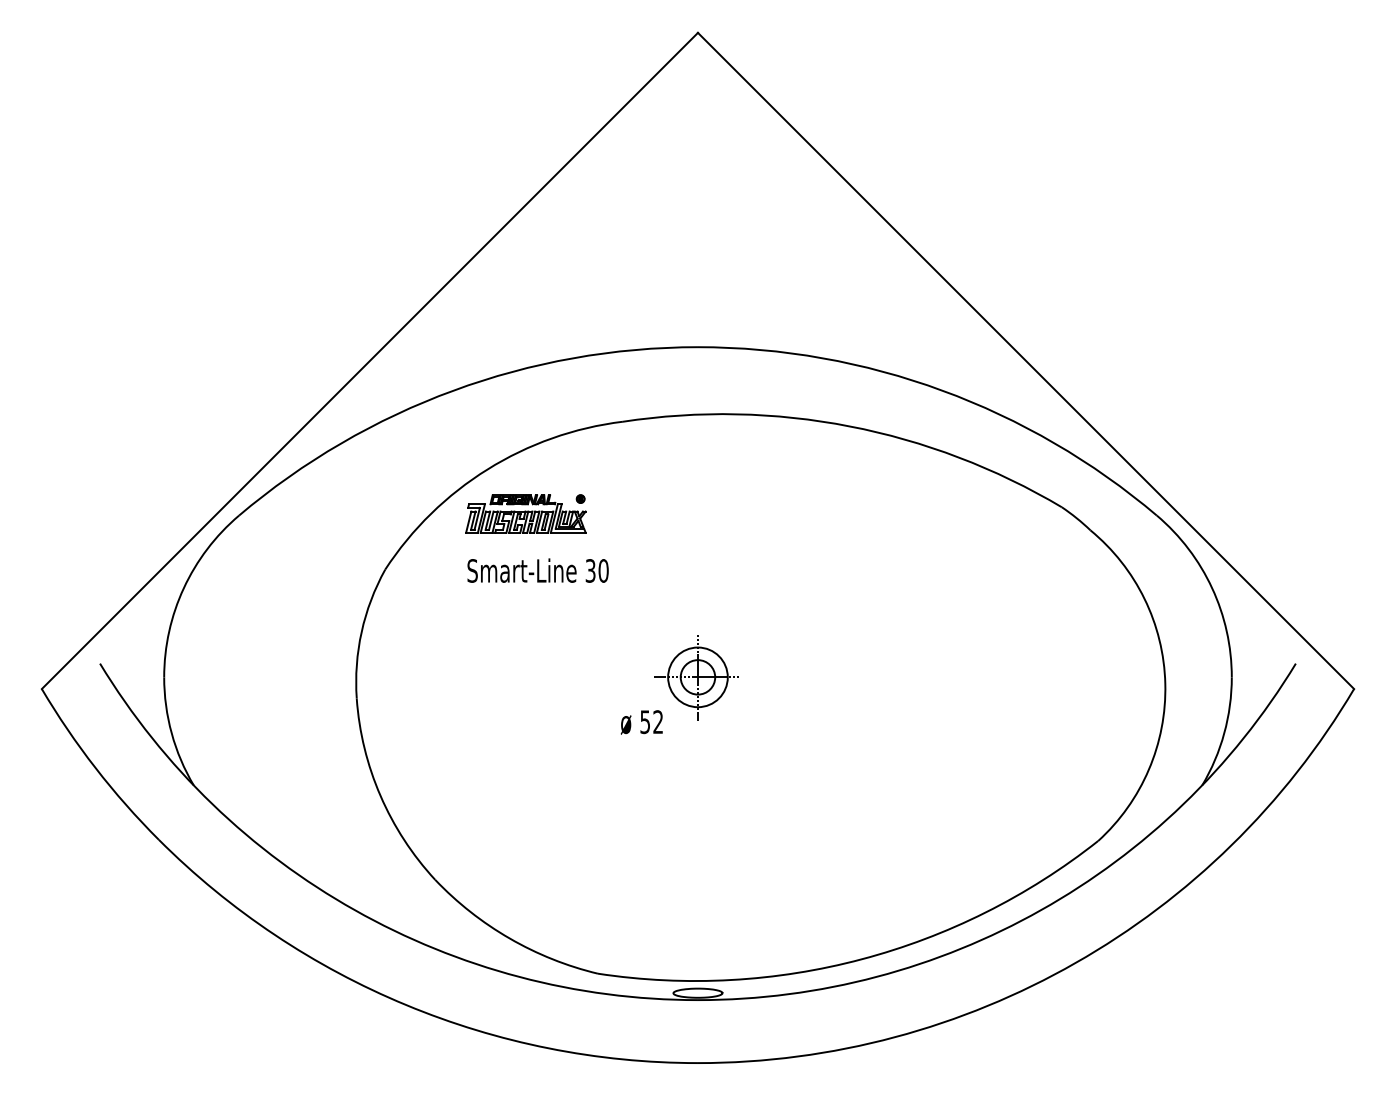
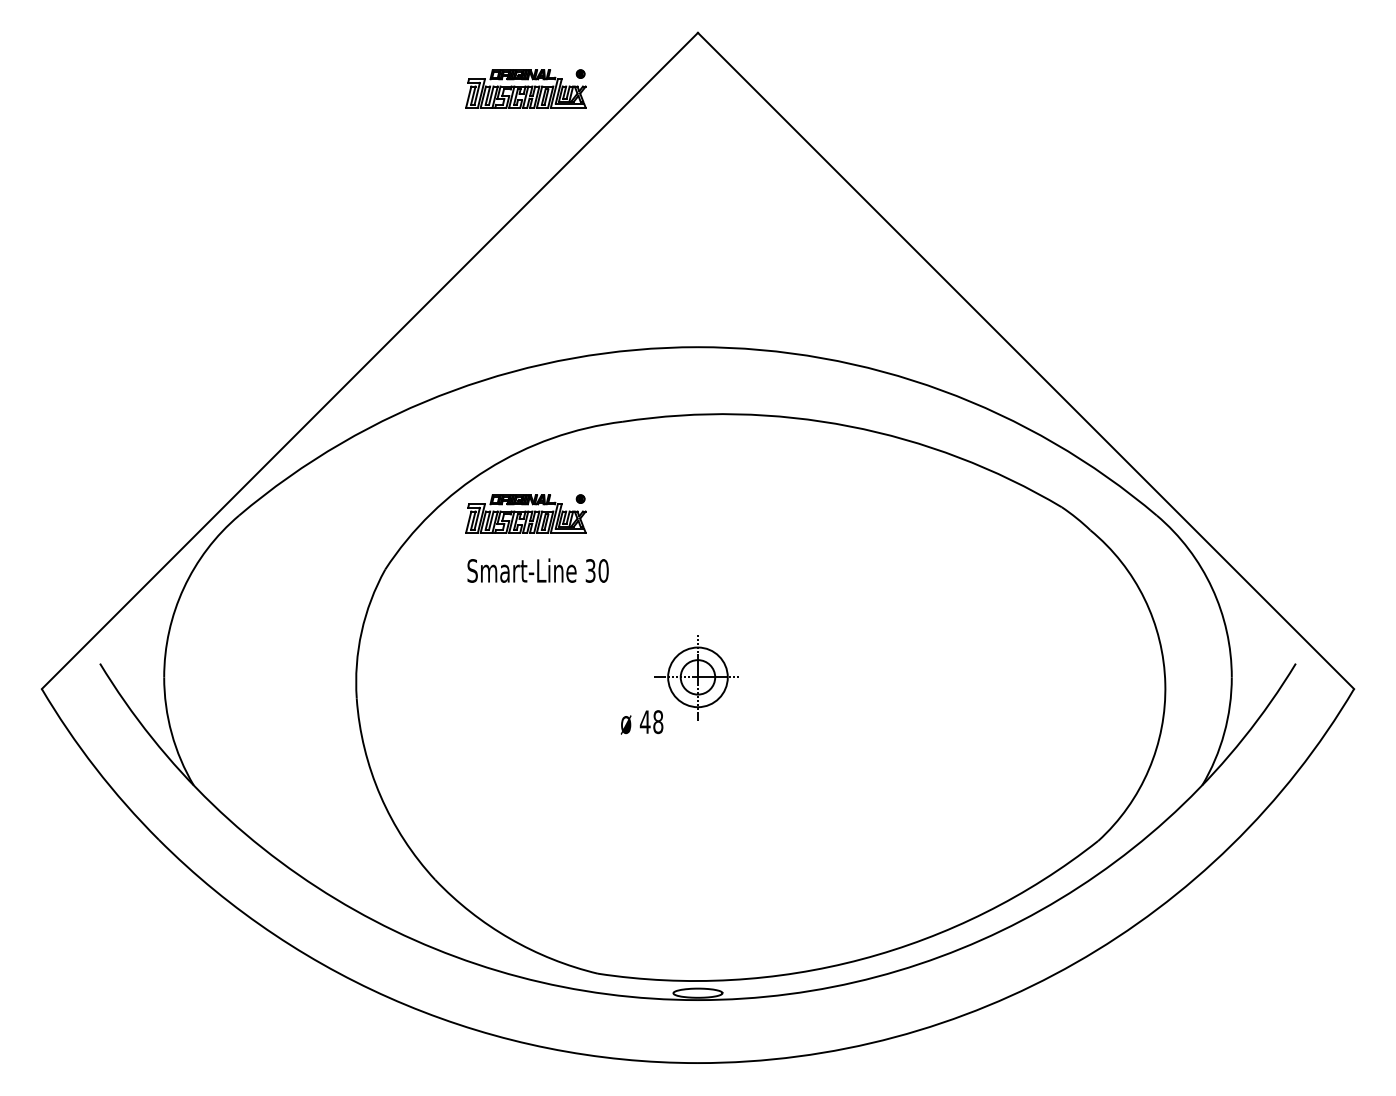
part at (525, 88): none -> present
text at (651, 722): 52 -> 48
